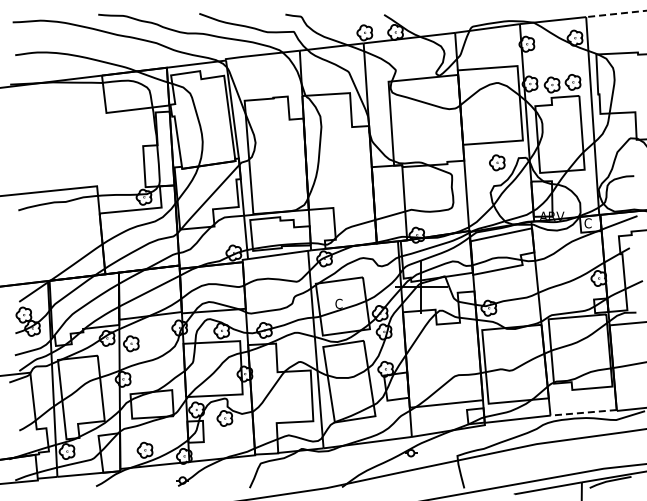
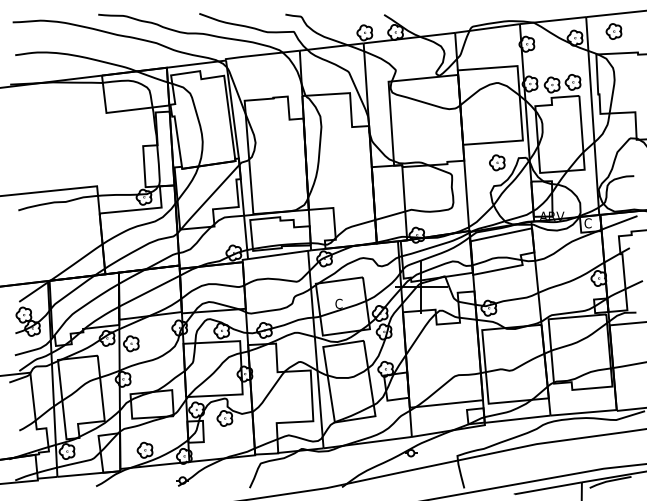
line at (615, 13): dashed -> solid
part at (613, 31): none -> present
line at (583, 412): dashed -> solid
